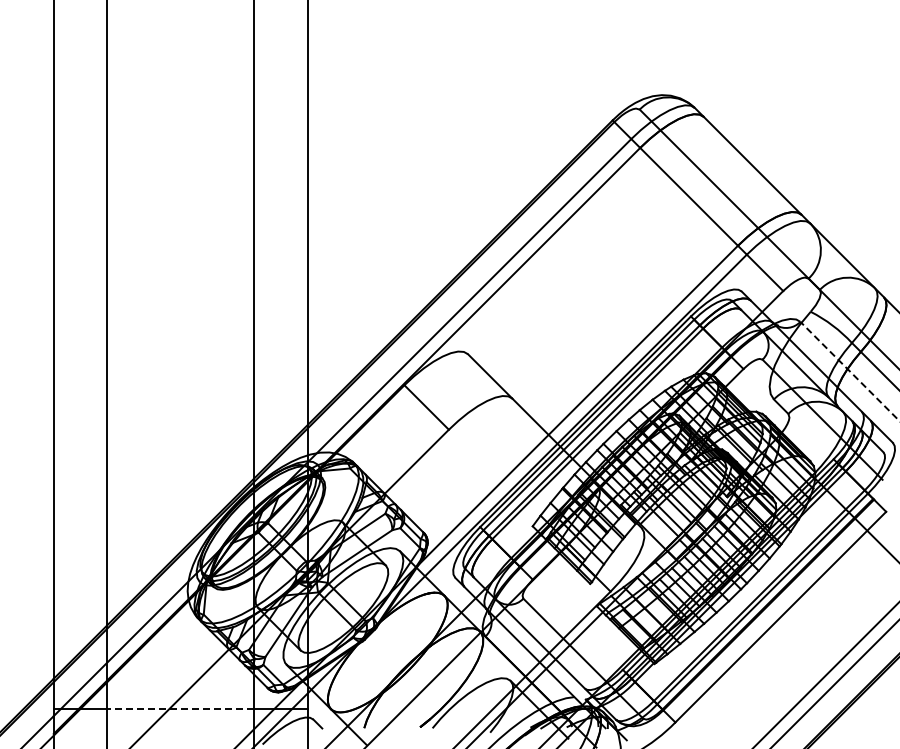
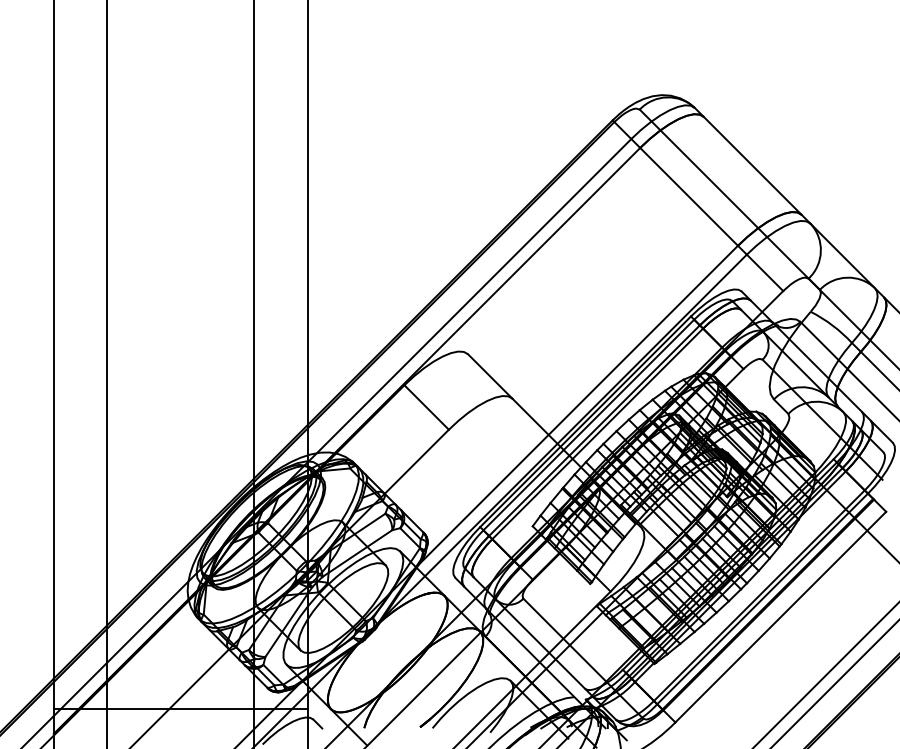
line at (849, 371): dashed -> solid
line at (180, 709): dashed -> solid
